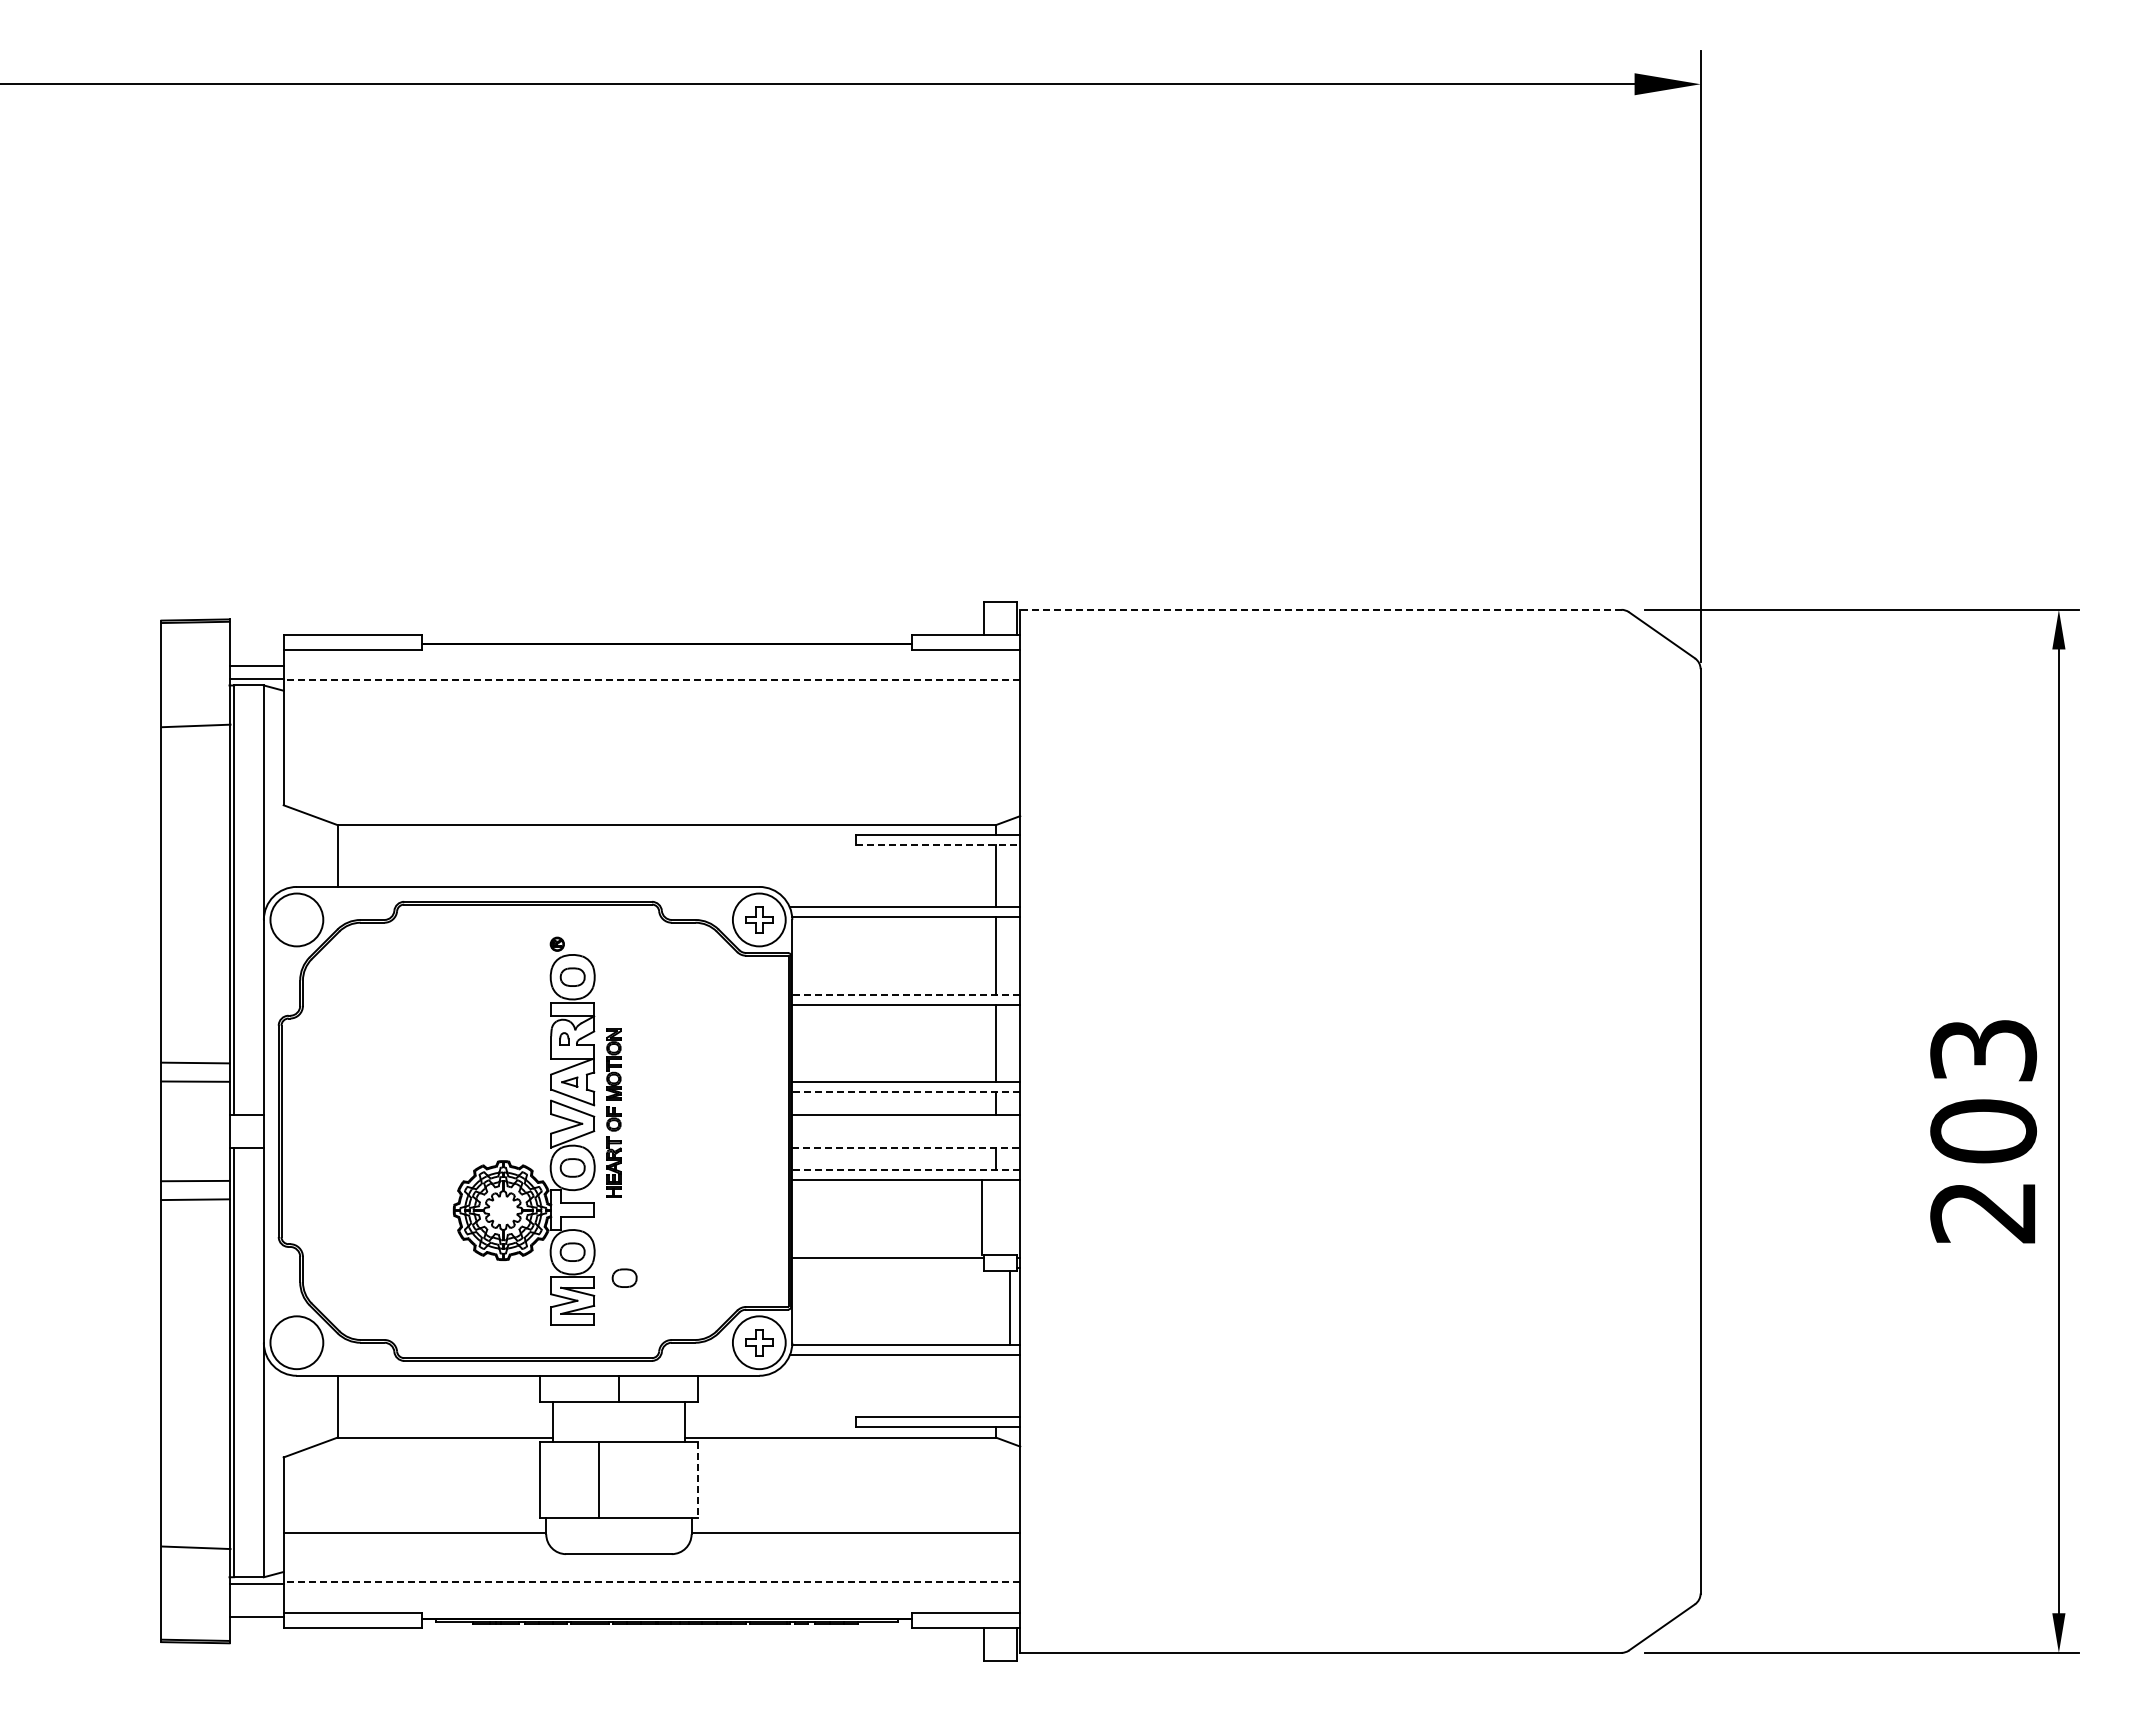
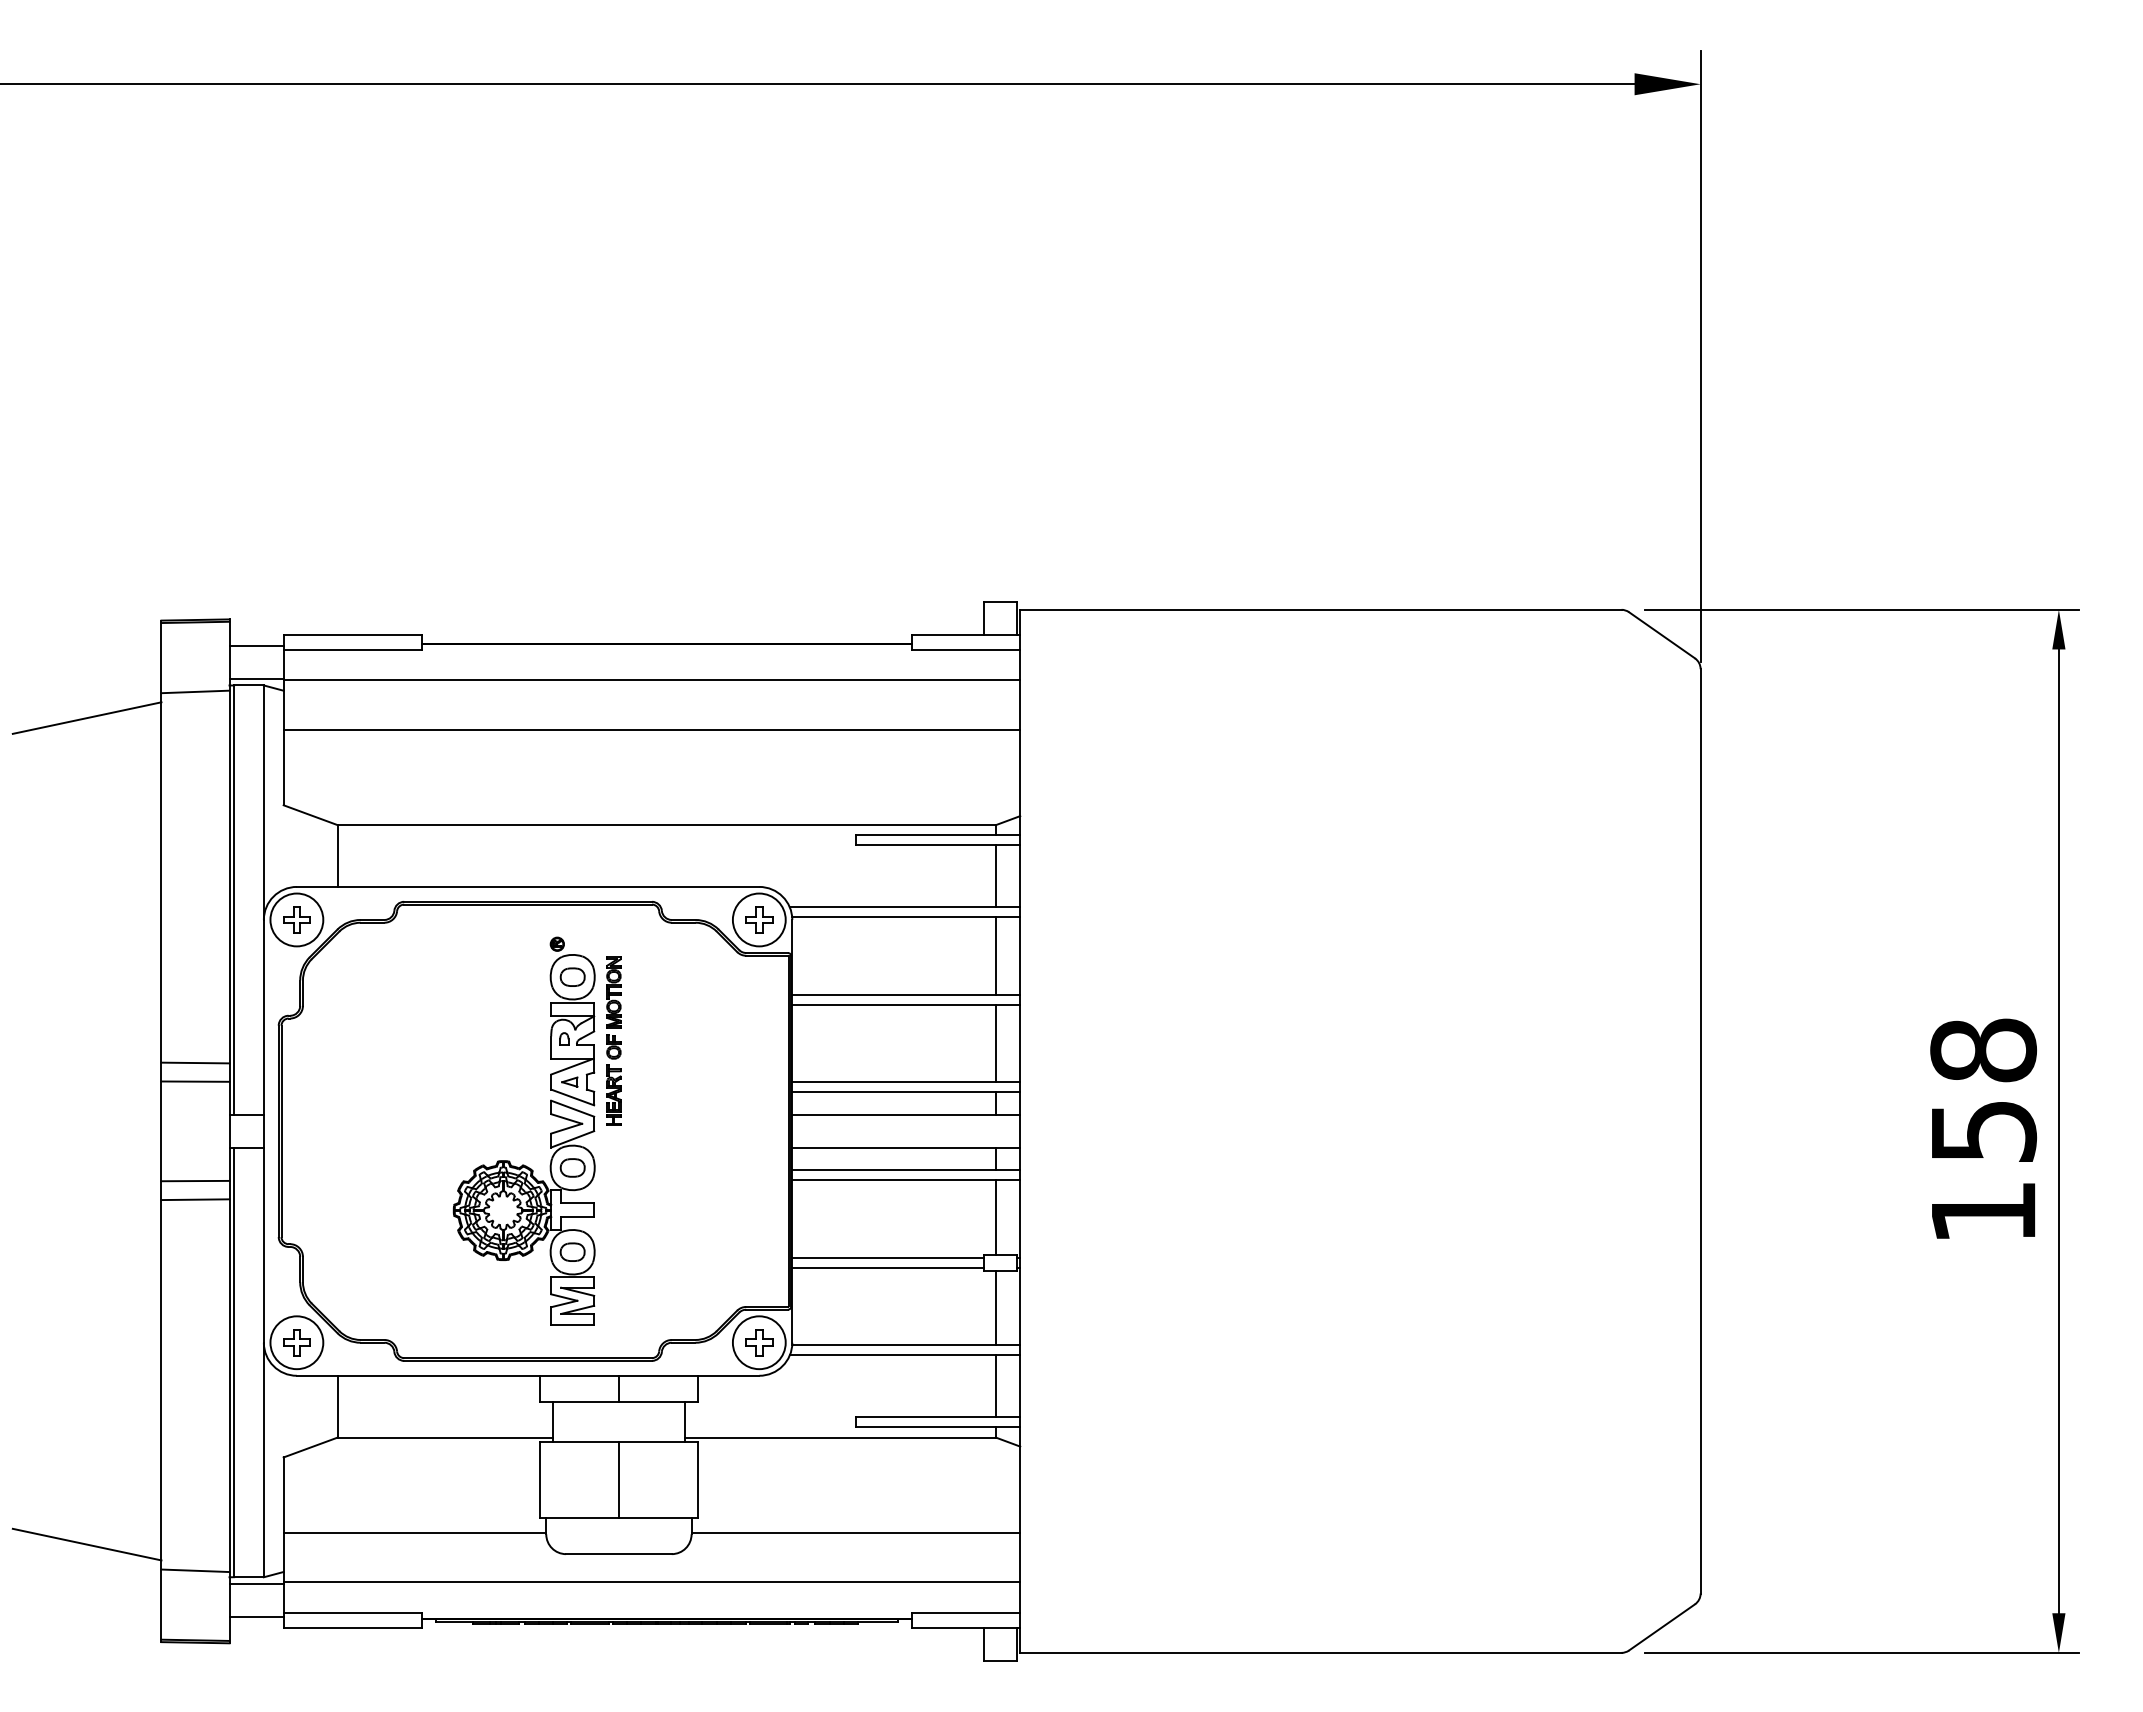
line at (1320, 609): dashed -> solid
line at (256, 665) position: (256, 665) -> (256, 645)
line at (651, 680): dashed -> solid
line at (86, 717): none -> present
line at (196, 725) position: (196, 725) -> (195, 691)
line at (651, 730): none -> present
line at (938, 845): dashed -> solid
part at (296, 919): none -> present
line at (906, 994): dashed -> solid
line at (906, 1092): dashed -> solid
part at (613, 1112) position: (613, 1112) -> (613, 1040)
text at (1983, 1130): 203 -> 158
line at (906, 1147): dashed -> solid
line at (906, 1170): dashed -> solid
line at (981, 1217) position: (981, 1217) -> (995, 1217)
line at (887, 1268): none -> present
part at (624, 1277): present -> none
line at (1009, 1308) position: (1009, 1308) -> (995, 1308)
part at (296, 1342): none -> present
line at (995, 1386): none -> present
line at (598, 1479) position: (598, 1479) -> (618, 1479)
line at (698, 1479): dashed -> solid
line at (86, 1544): none -> present
line at (196, 1547) position: (196, 1547) -> (195, 1570)
line at (651, 1582): dashed -> solid
